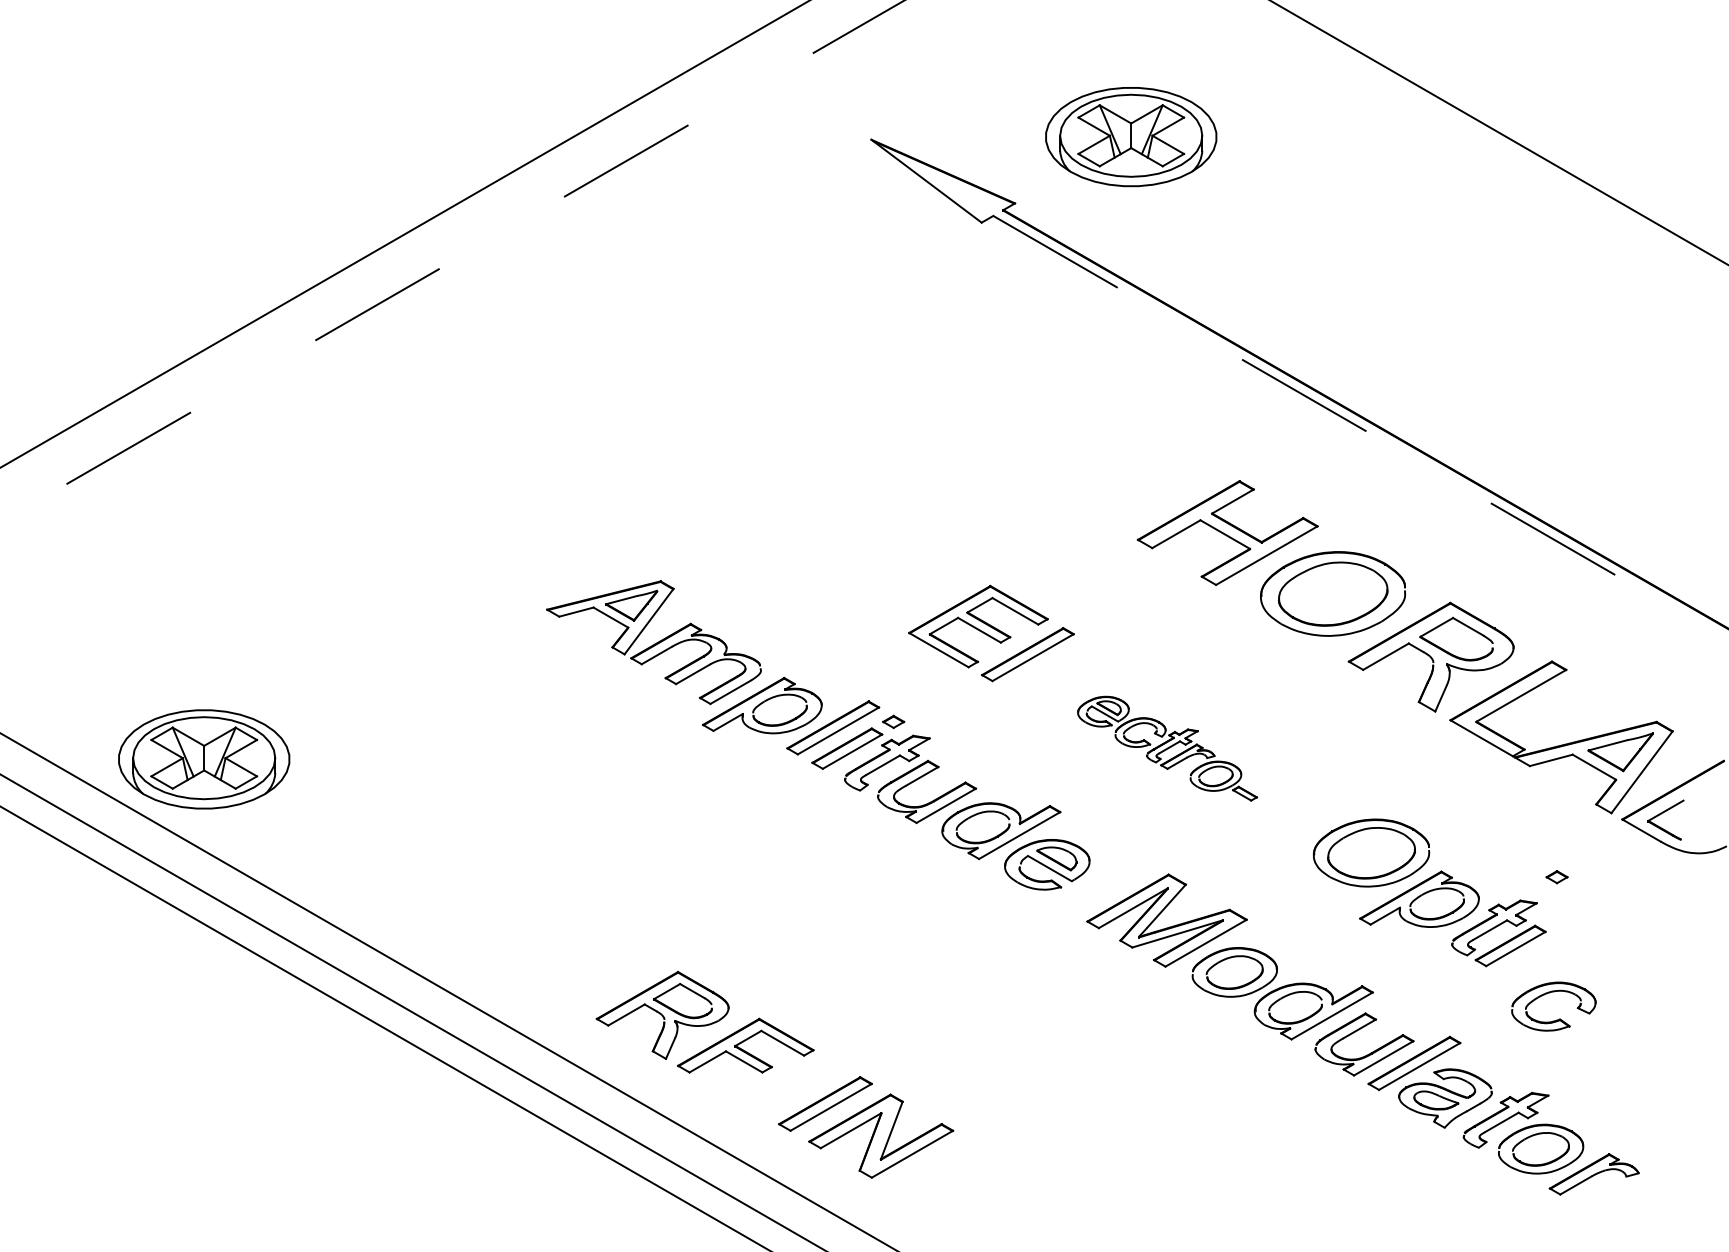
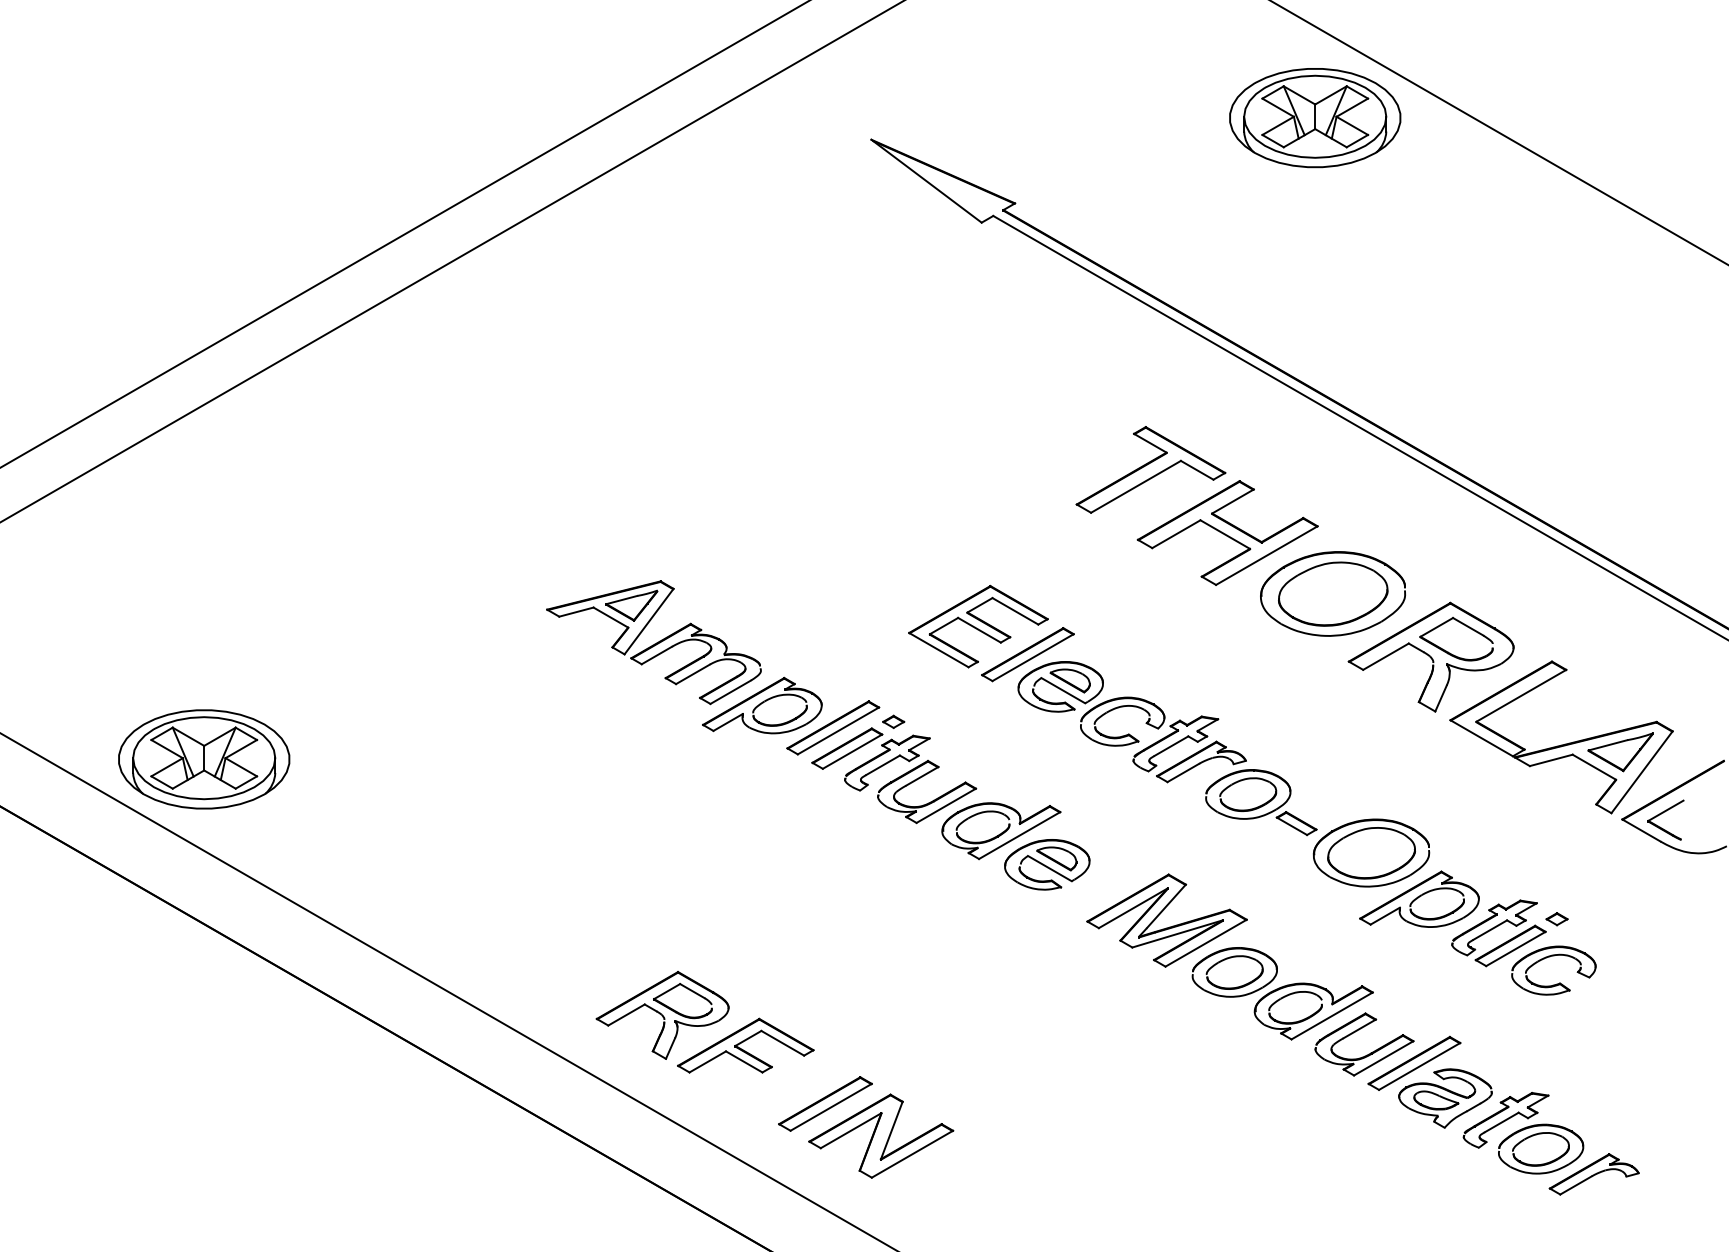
part at (1131, 137) position: (1131, 137) -> (1315, 118)
line at (452, 261): dashed -> solid
line at (1361, 428): dashed -> solid
part at (1150, 469): none -> present
part at (1167, 748) size: 181x107 px -> 301x176 px
part at (1556, 877) position: (1556, 877) -> (1556, 919)
line at (412, 1011) position: (412, 1011) -> (384, 1027)
part at (1556, 1019) position: (1556, 1019) -> (1556, 983)
